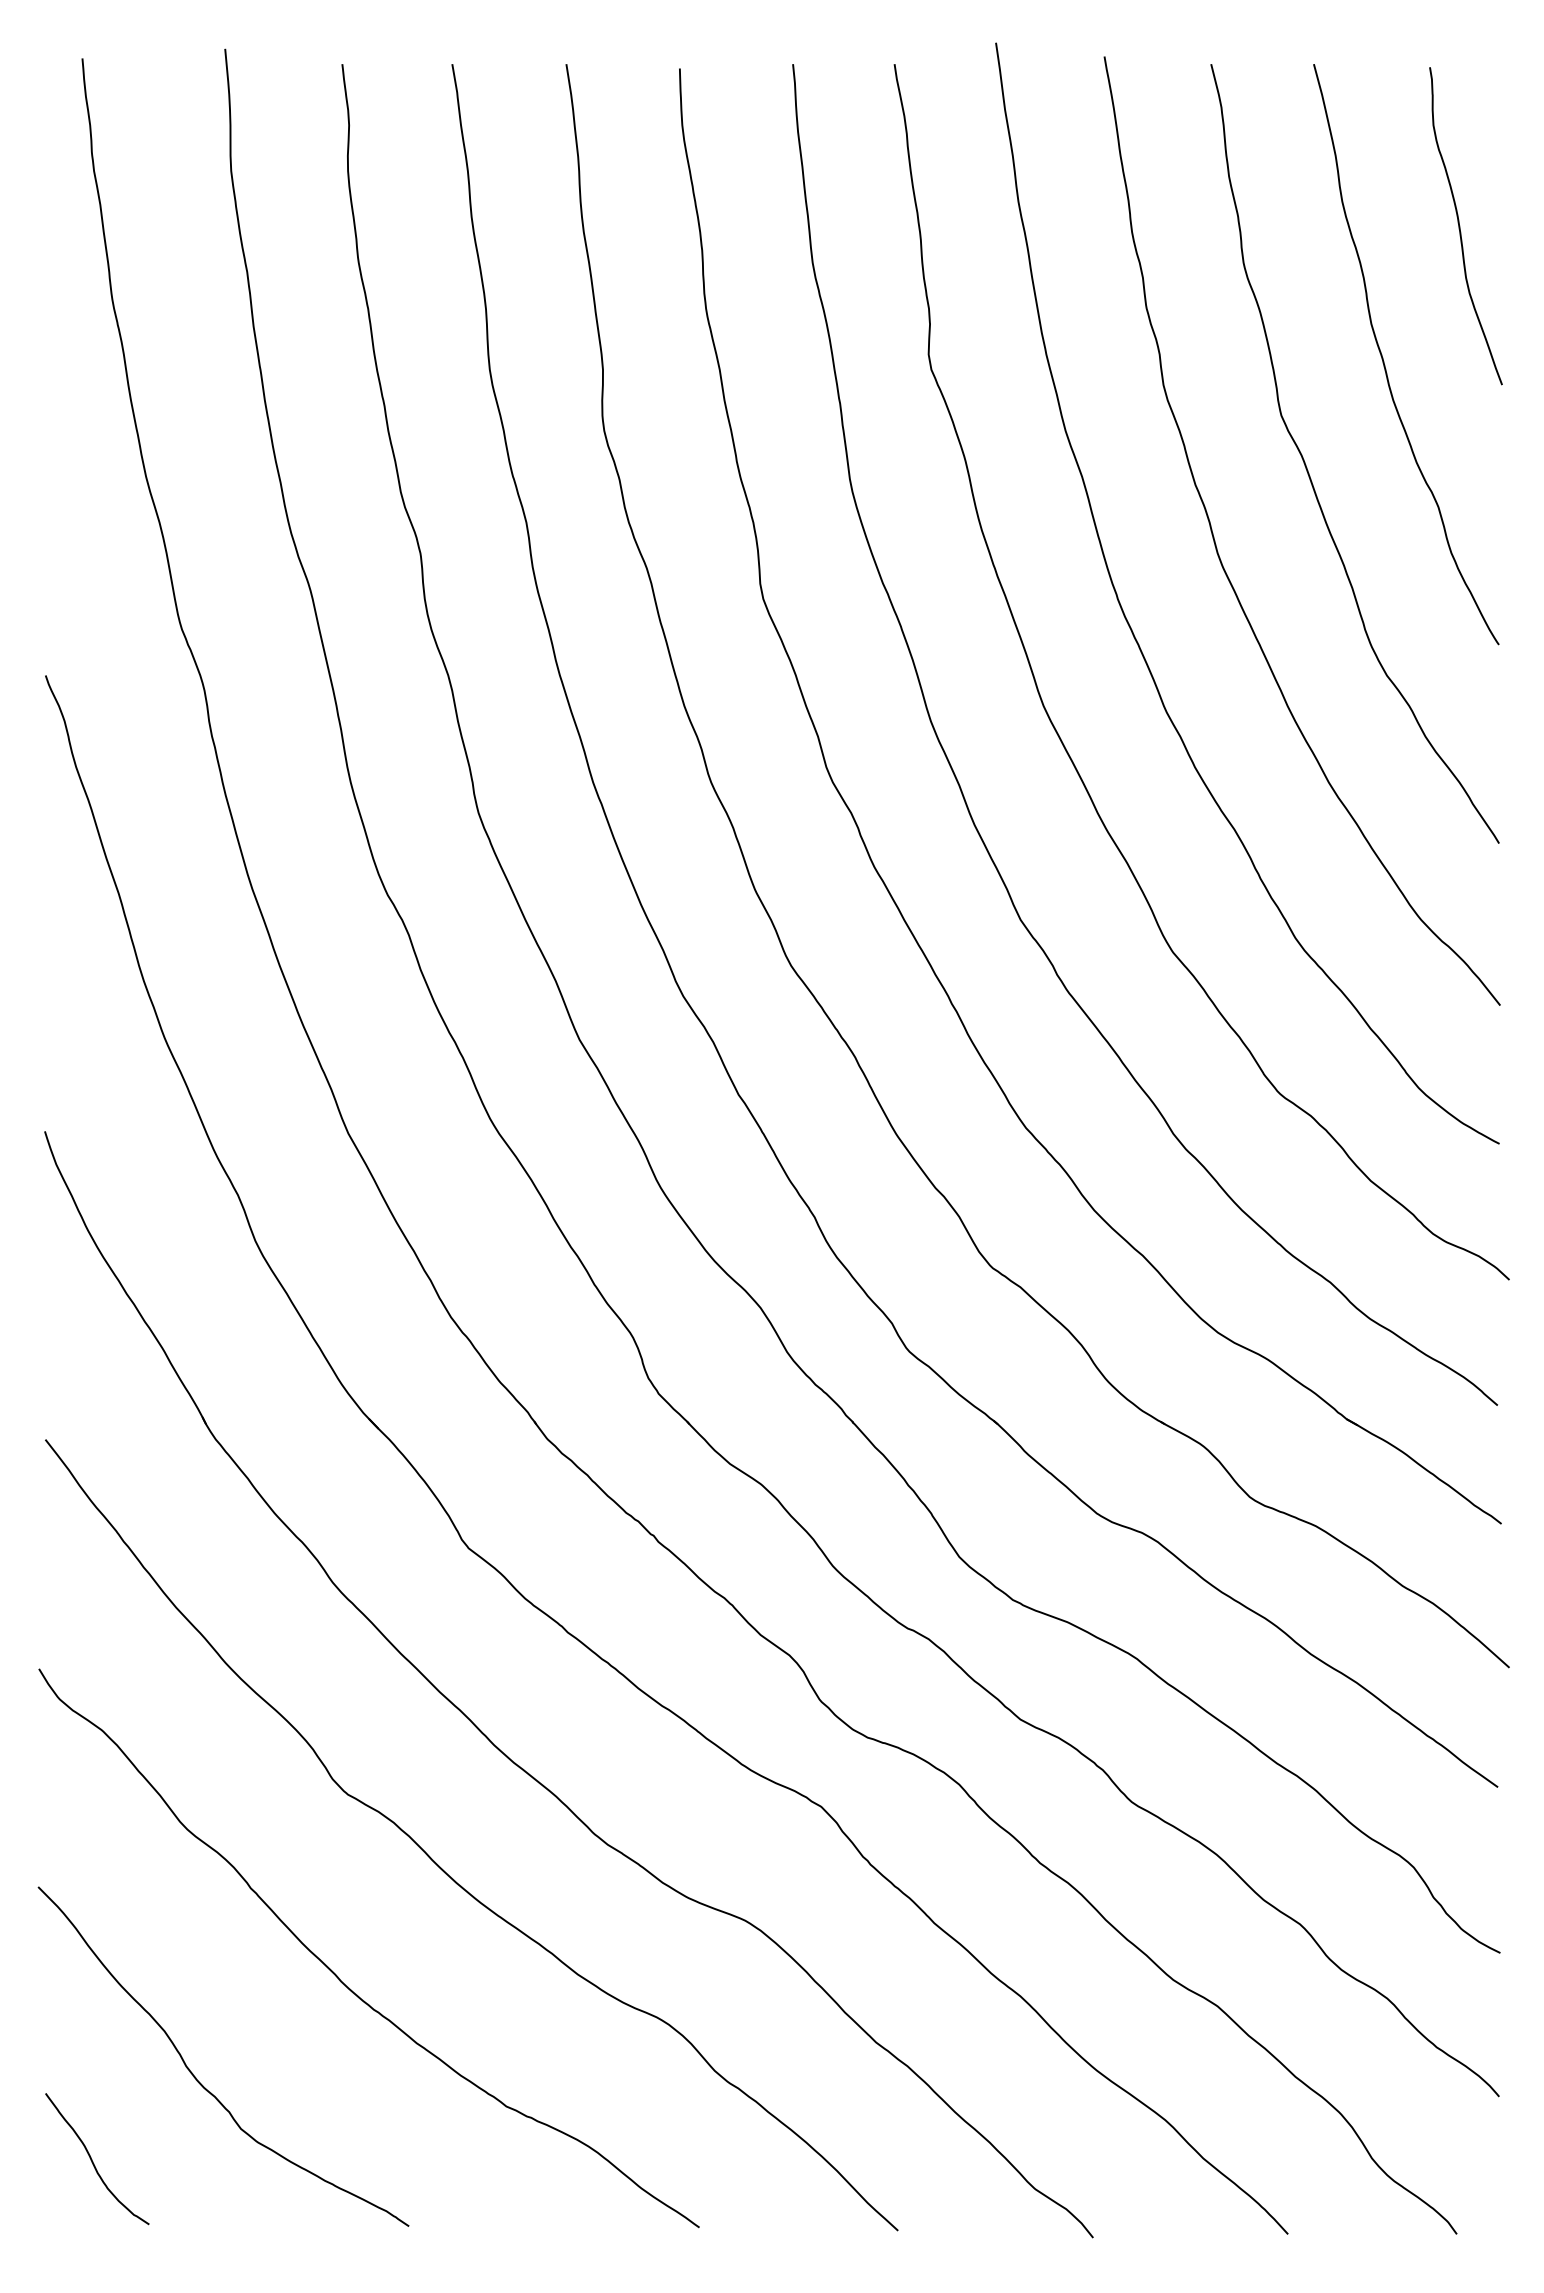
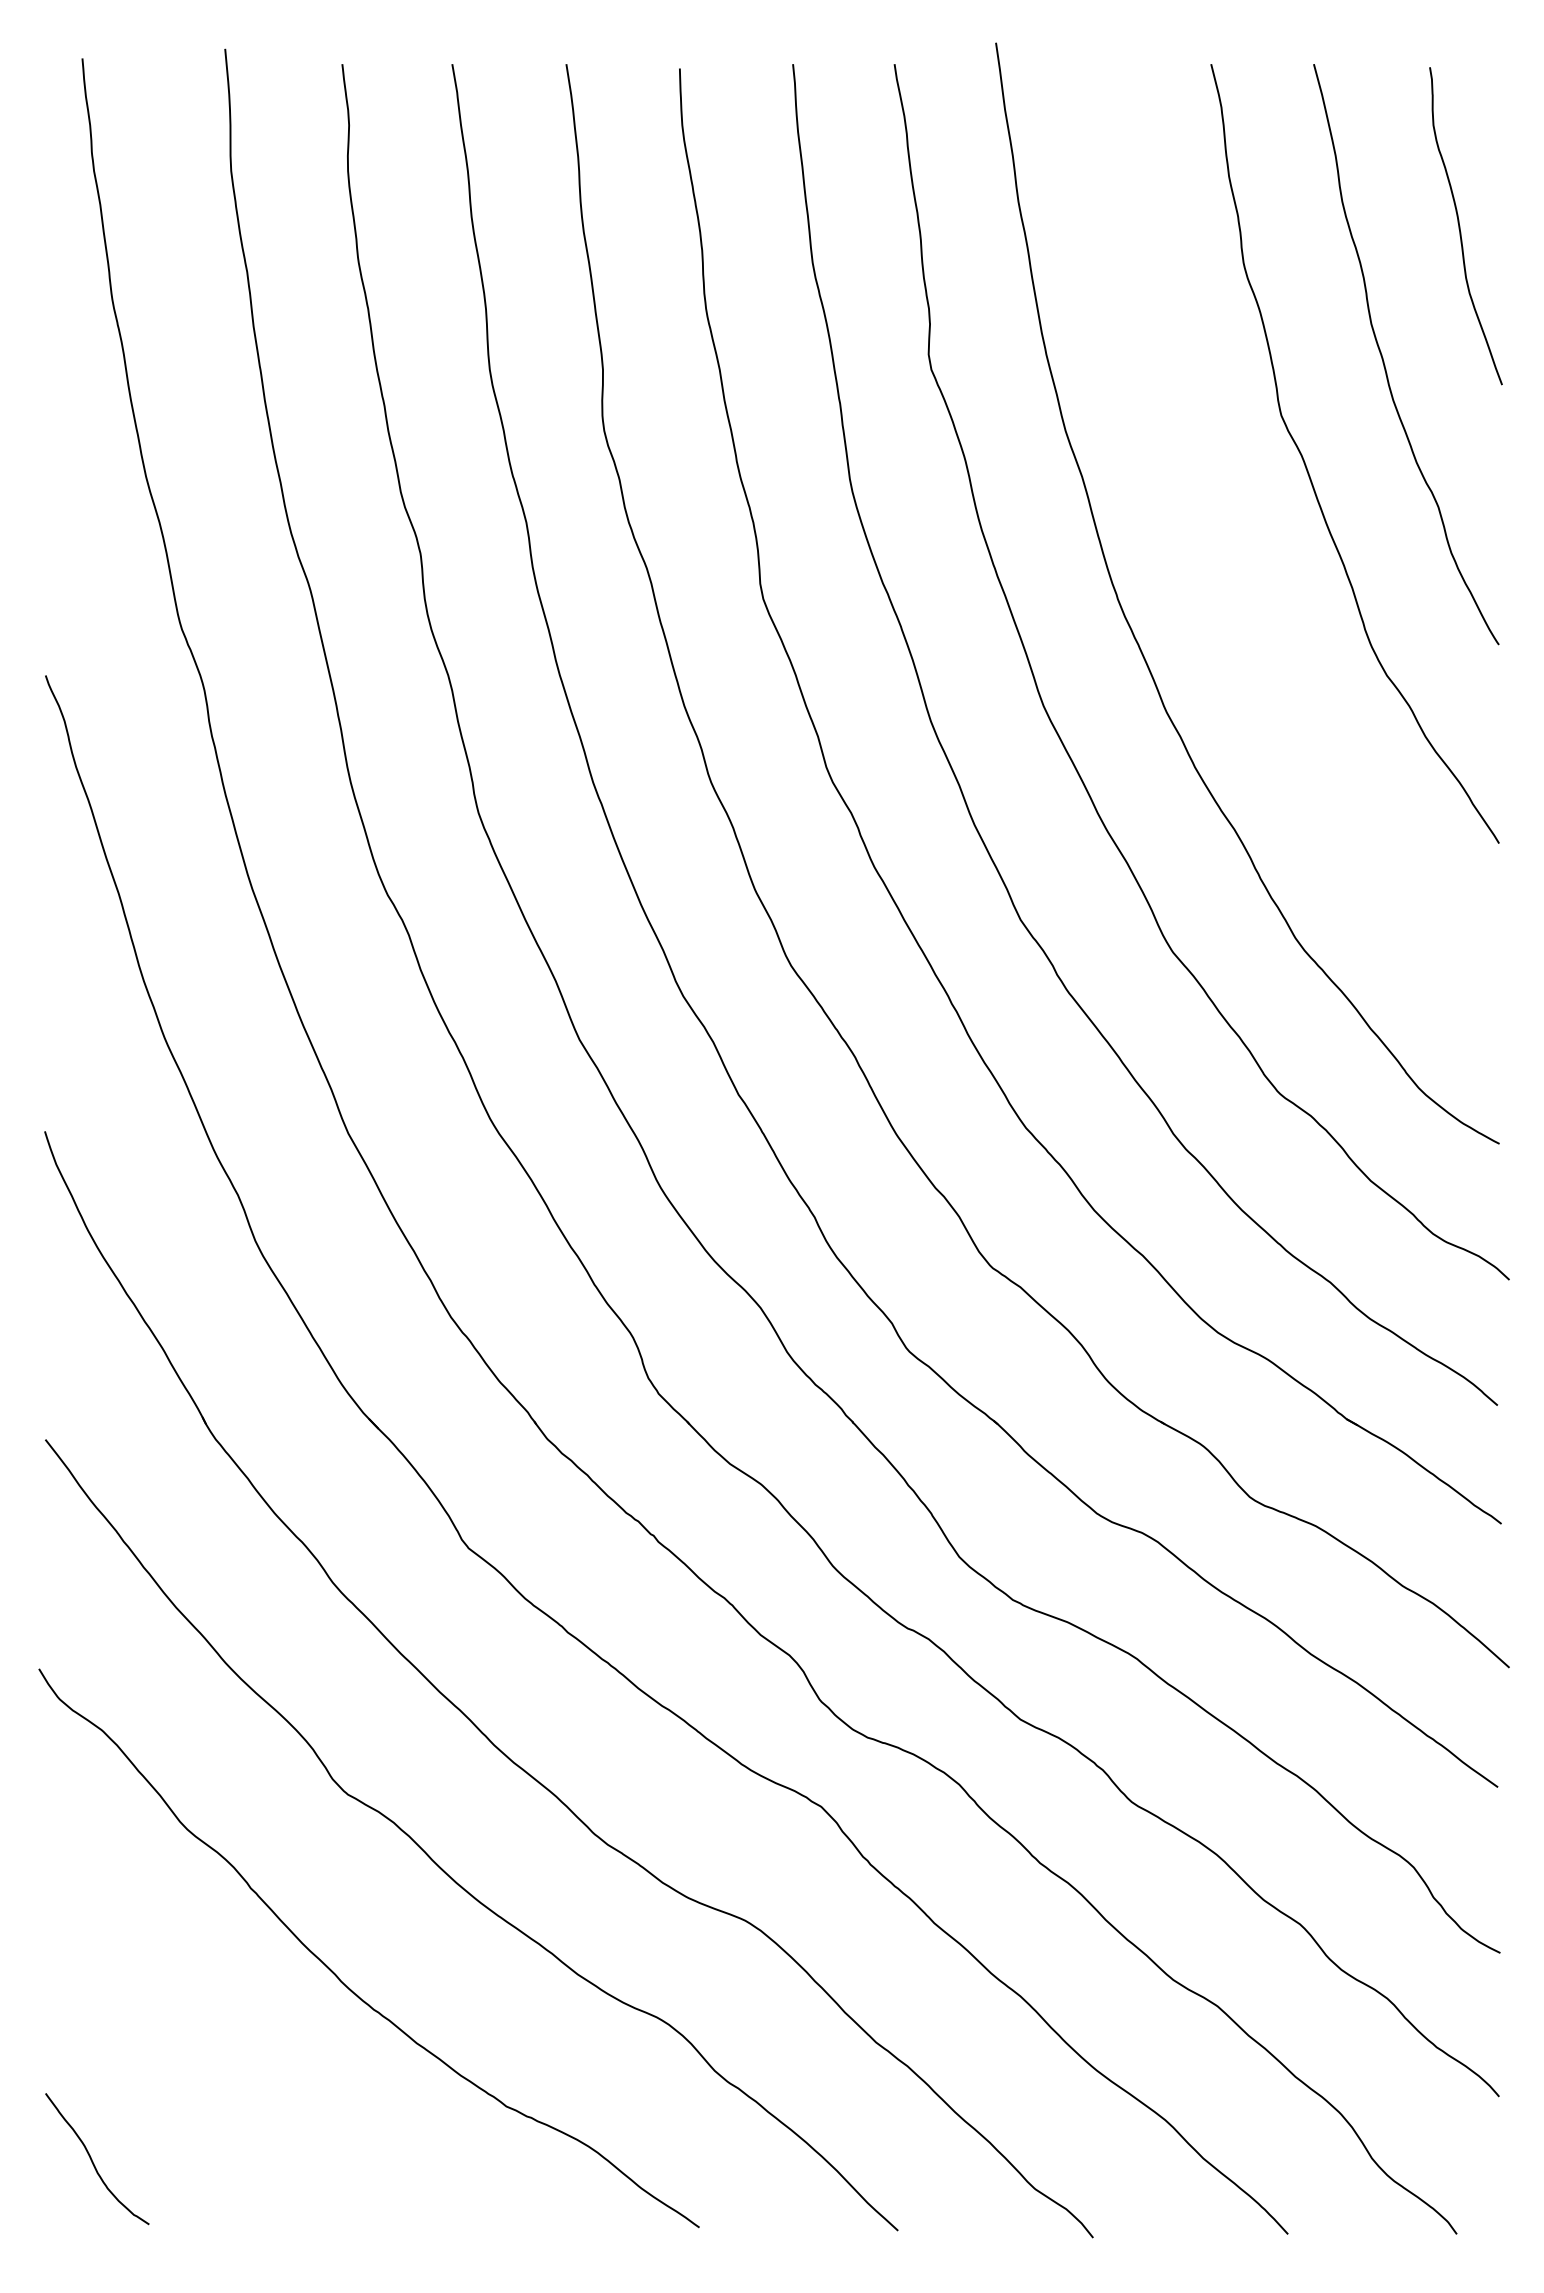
curve at (1222, 562): present -> none
curve at (196, 2077): present -> none
